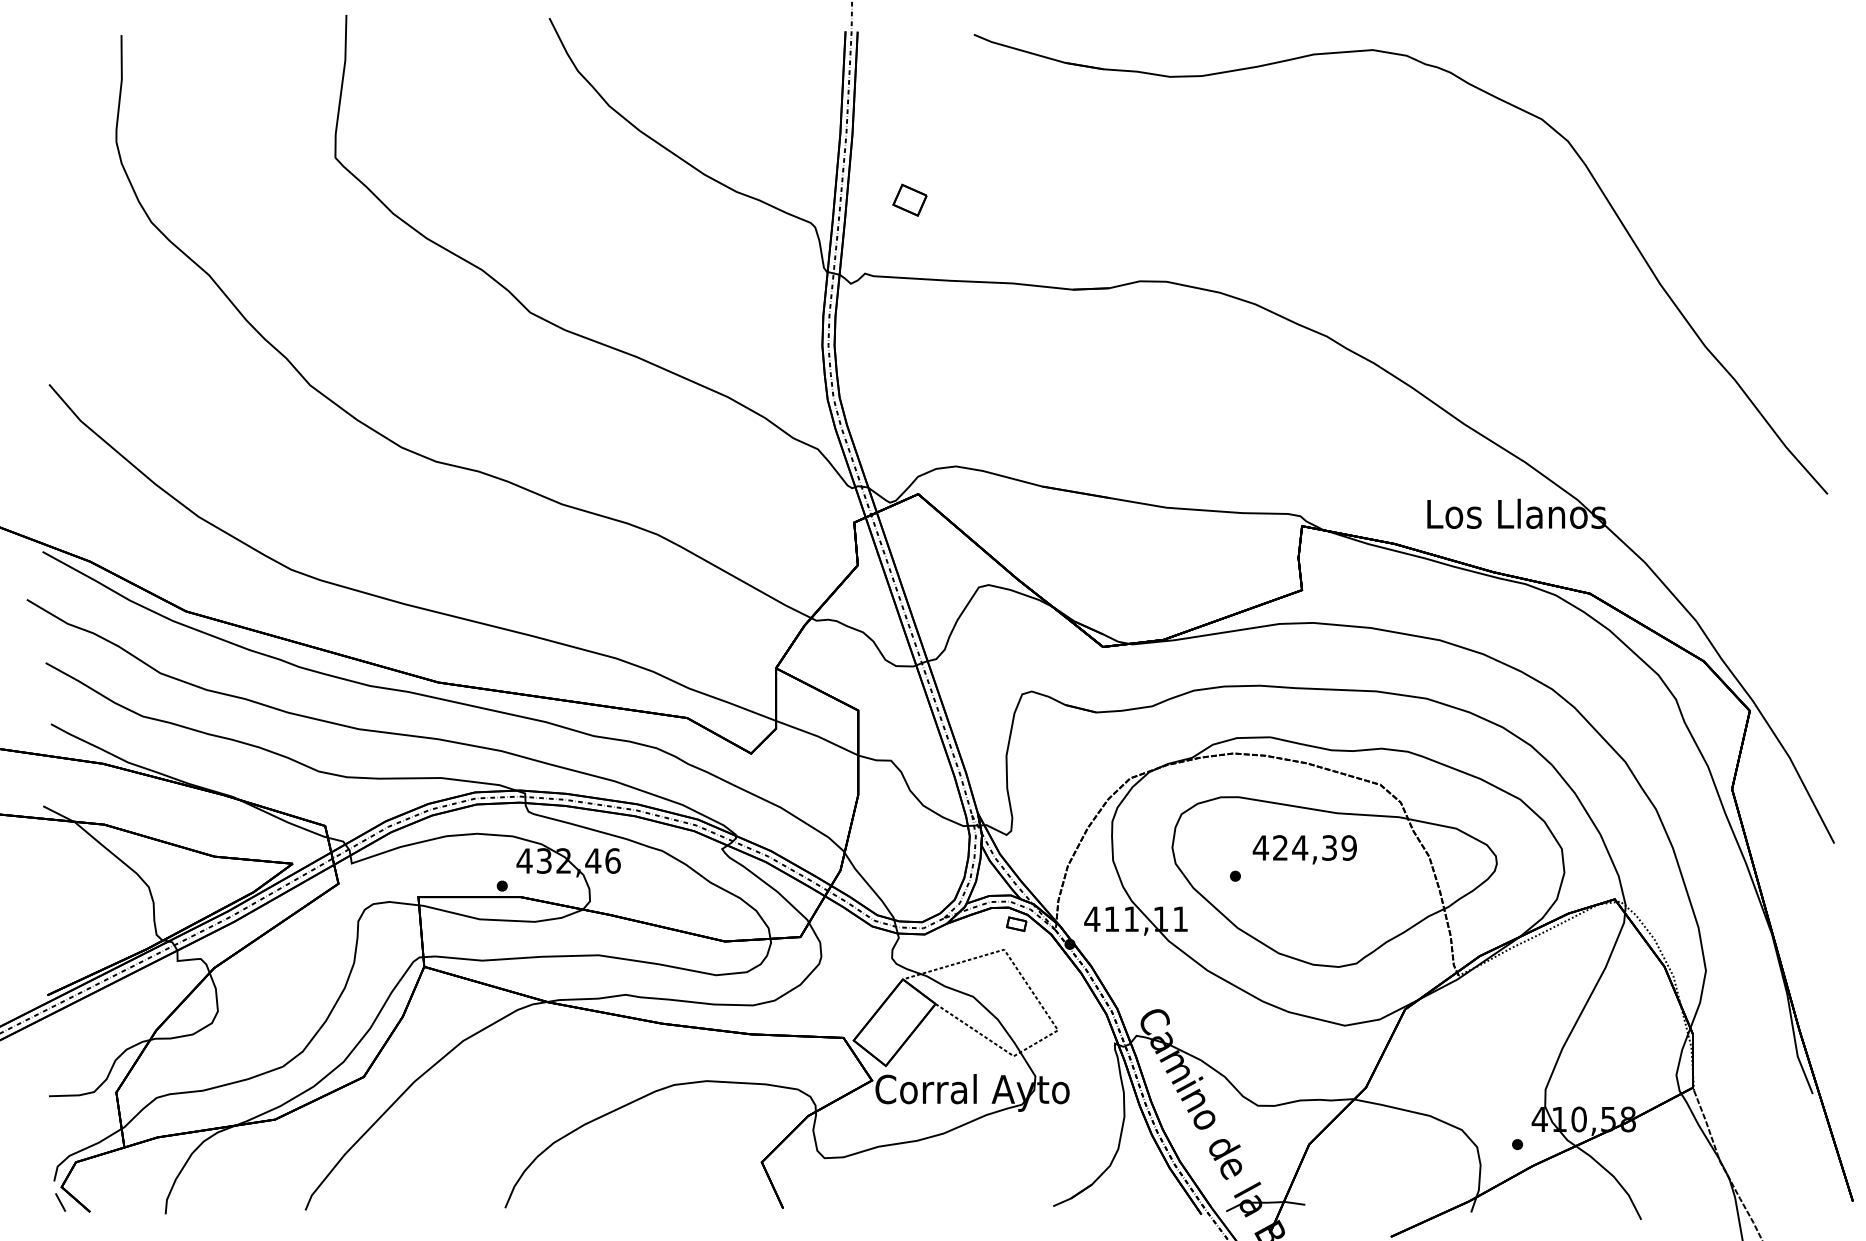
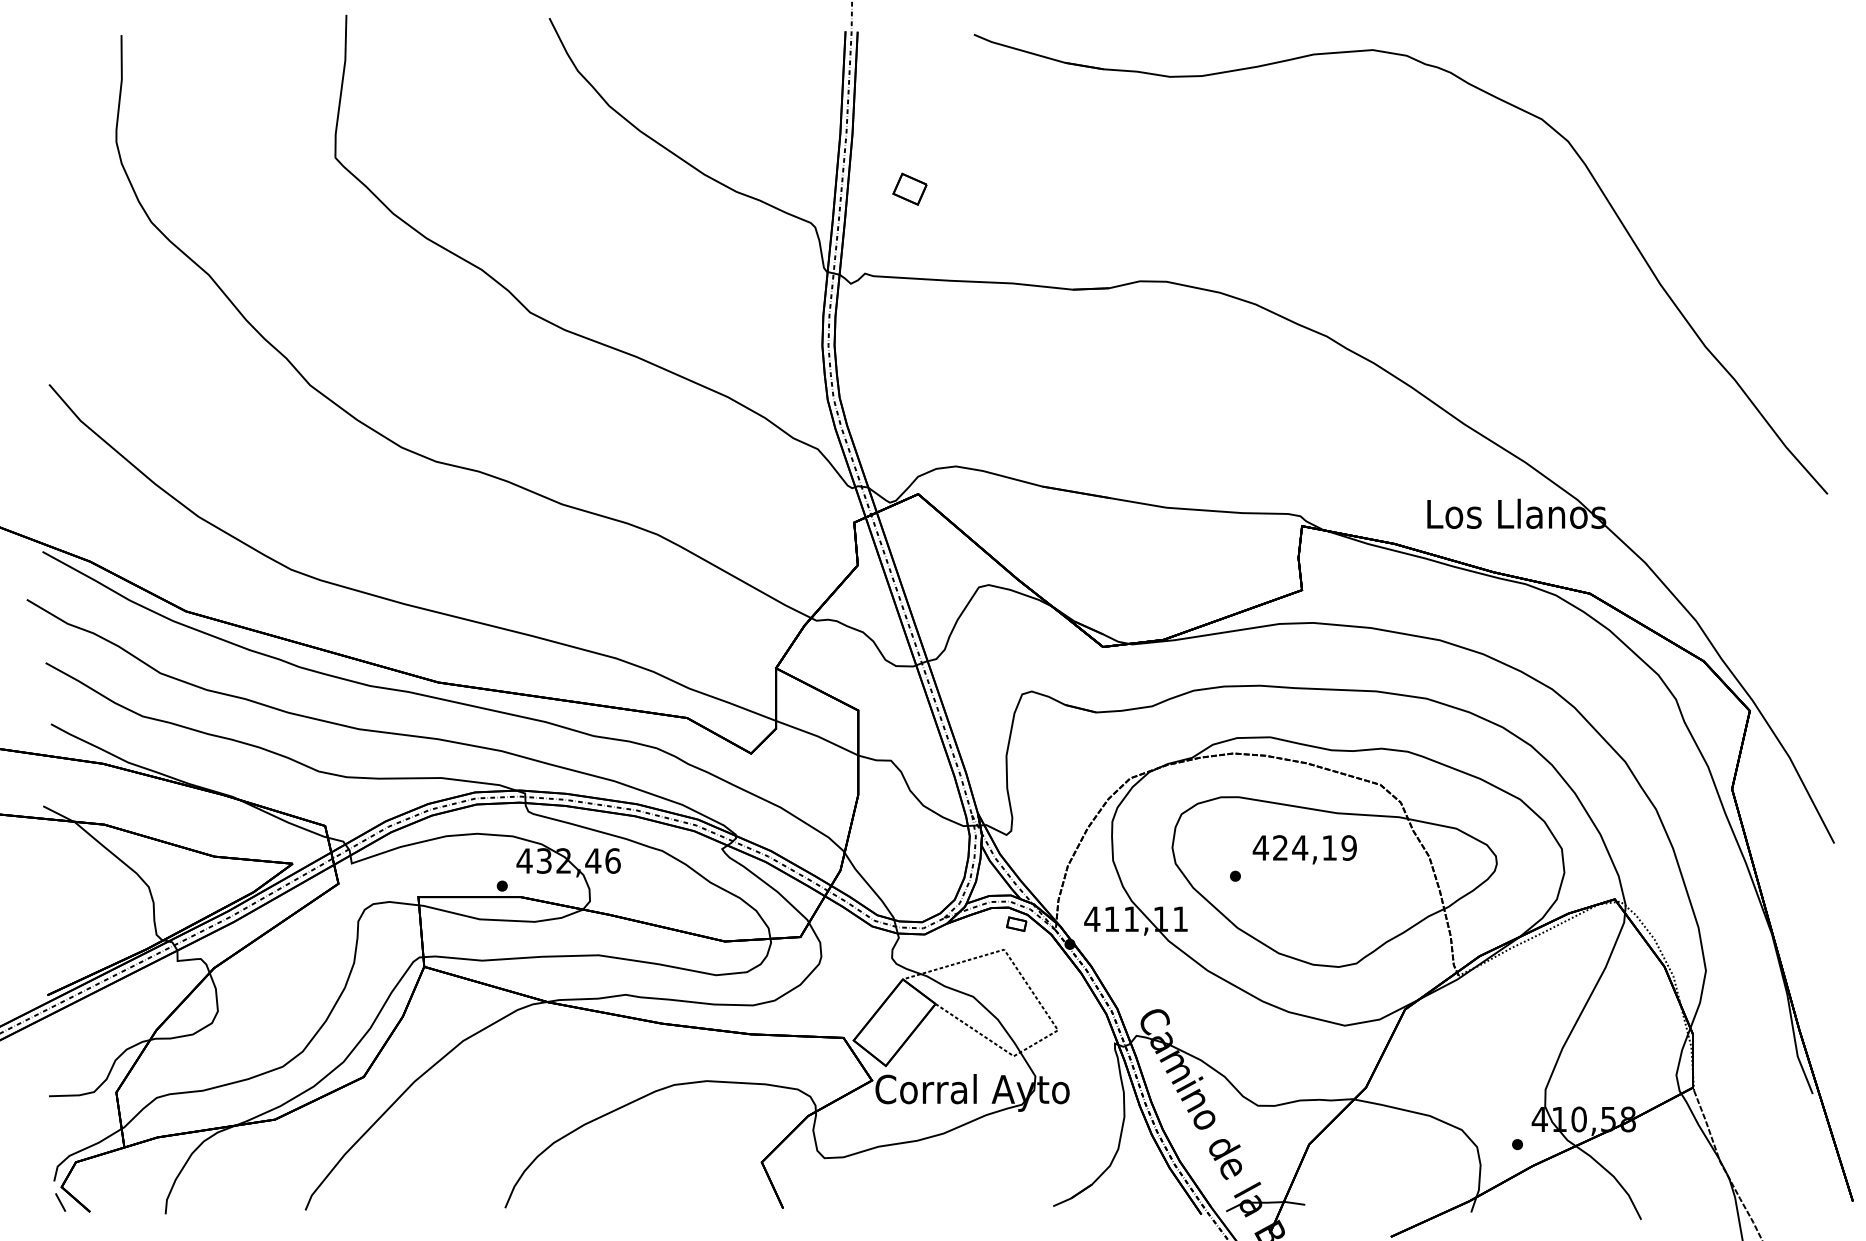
part at (909, 199) position: (909, 199) -> (909, 188)
text at (1329, 847): 424,39 -> 424,19
